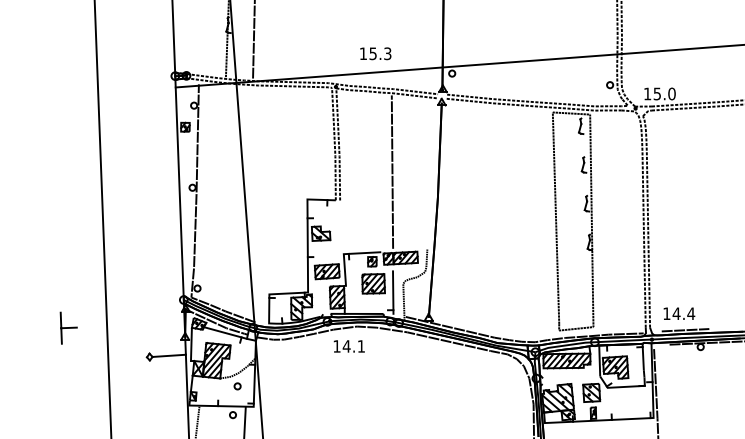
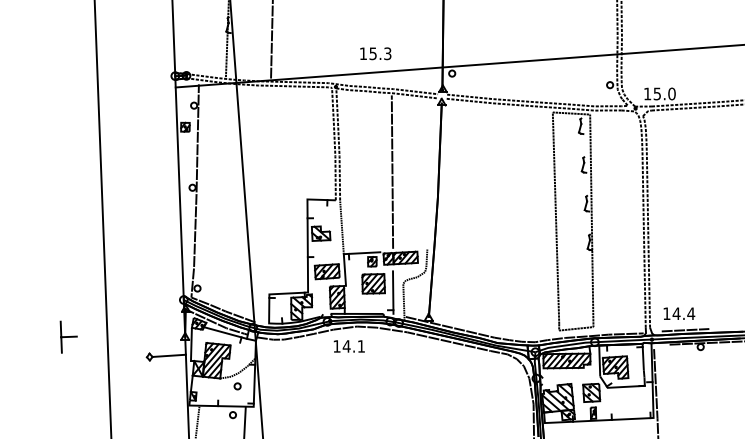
line at (253, 40) position: (253, 40) -> (271, 40)
line at (341, 227): none -> present
part at (68, 327) position: (68, 327) -> (68, 336)
